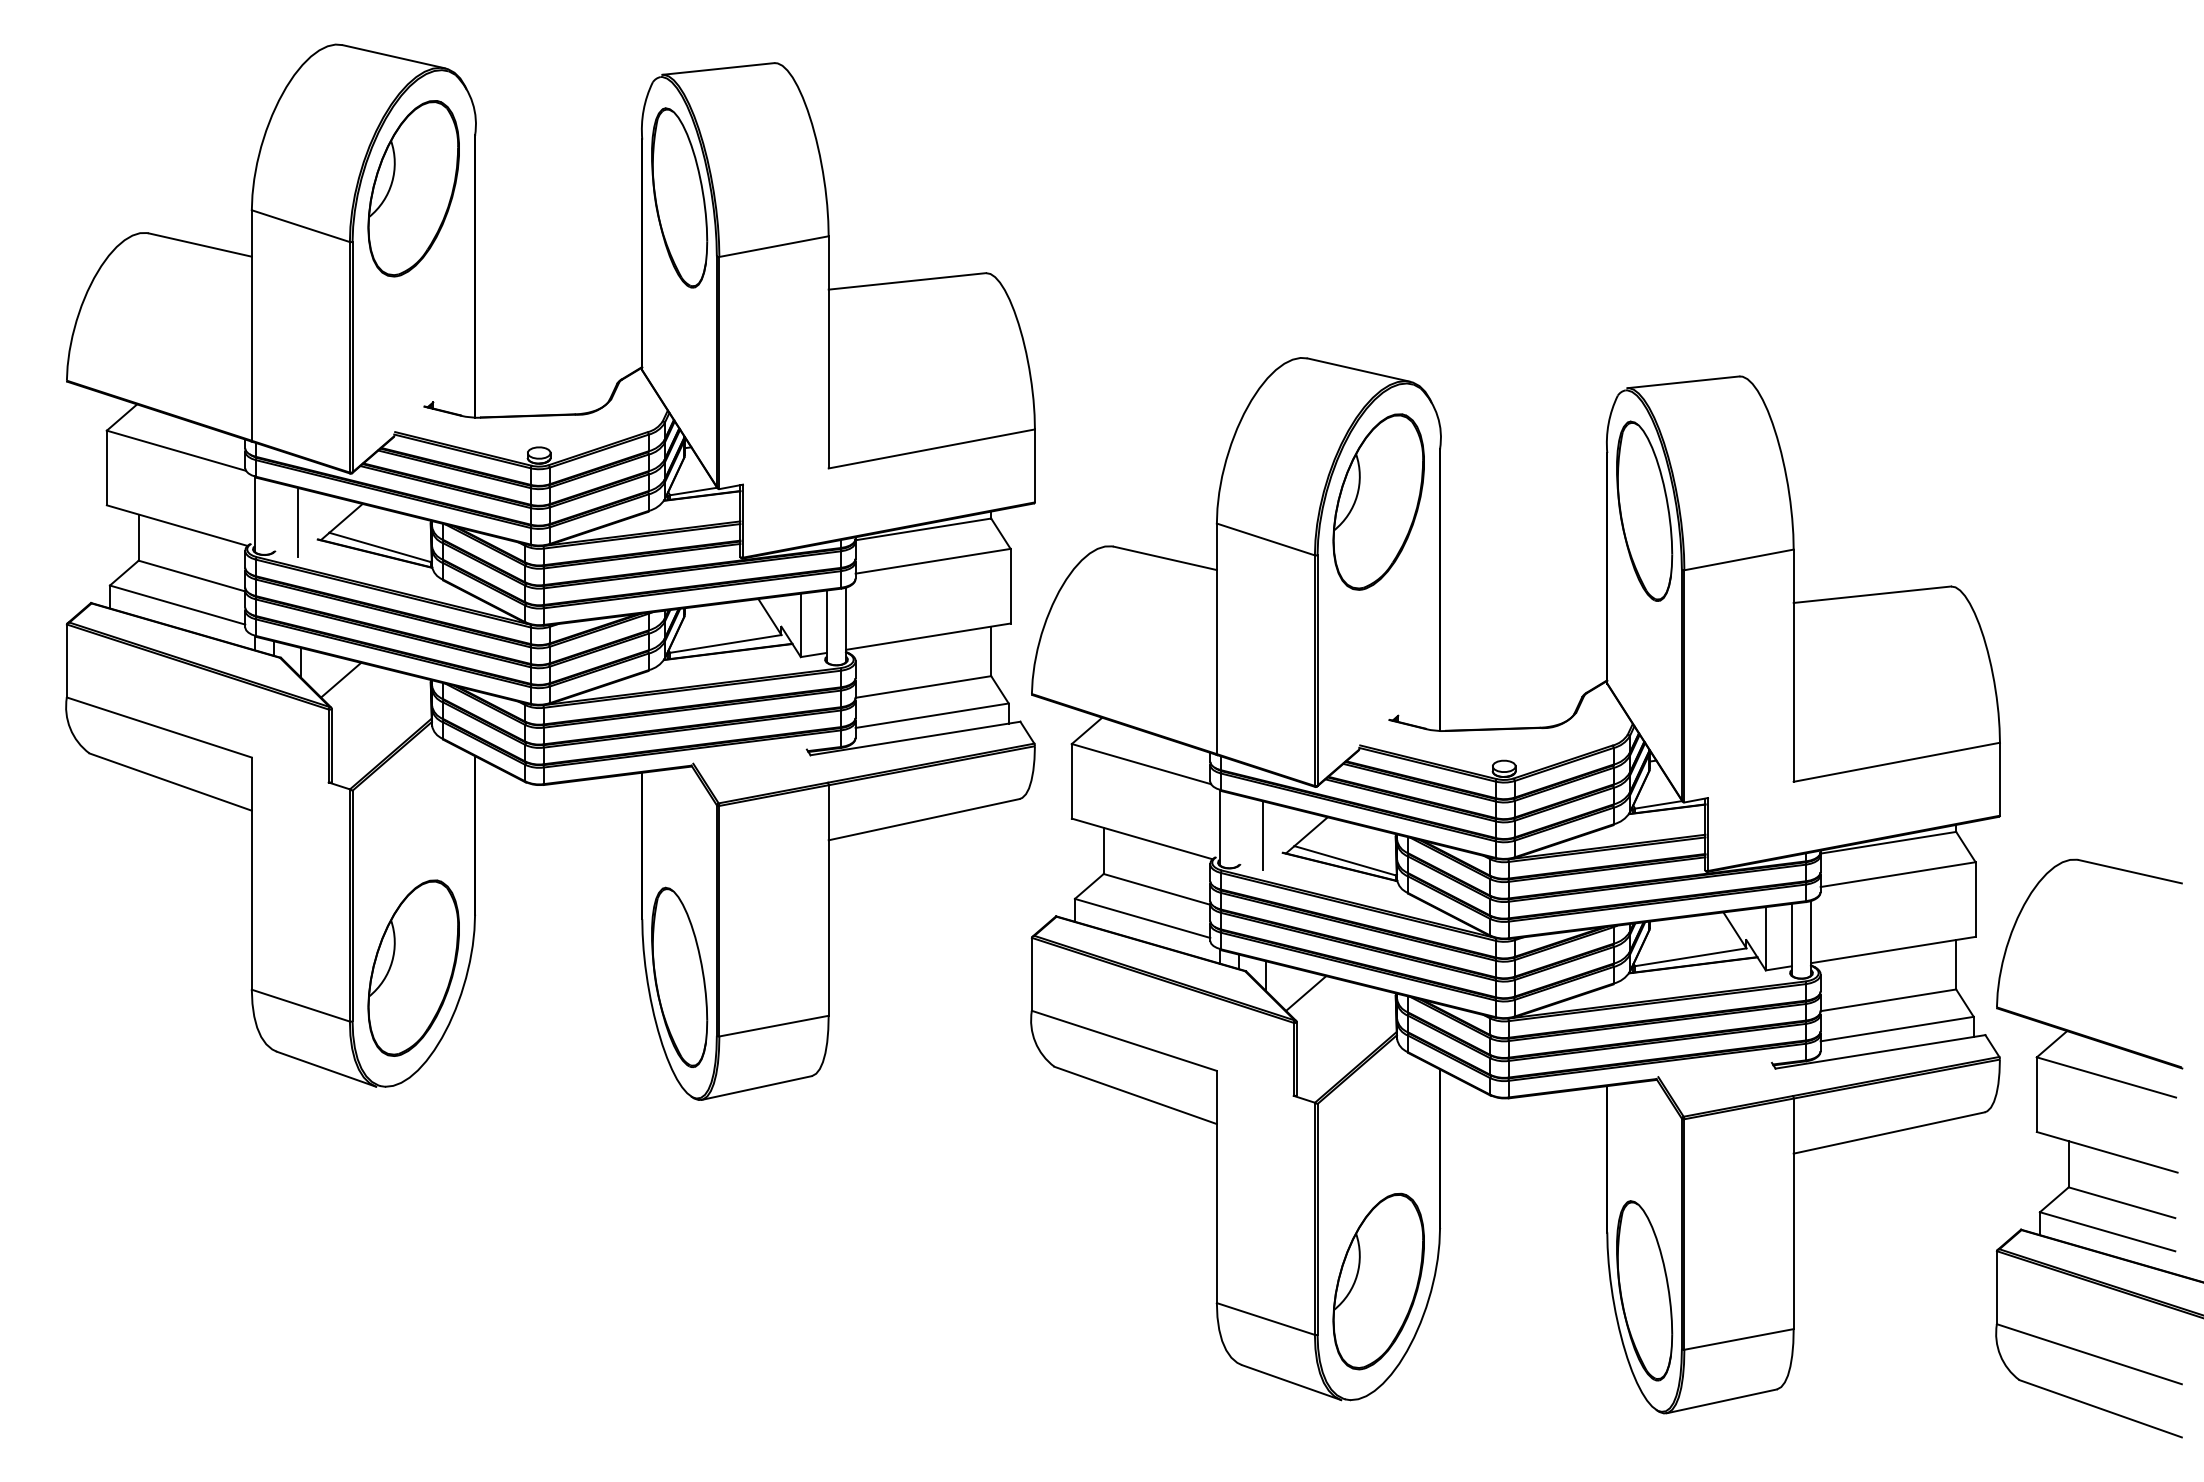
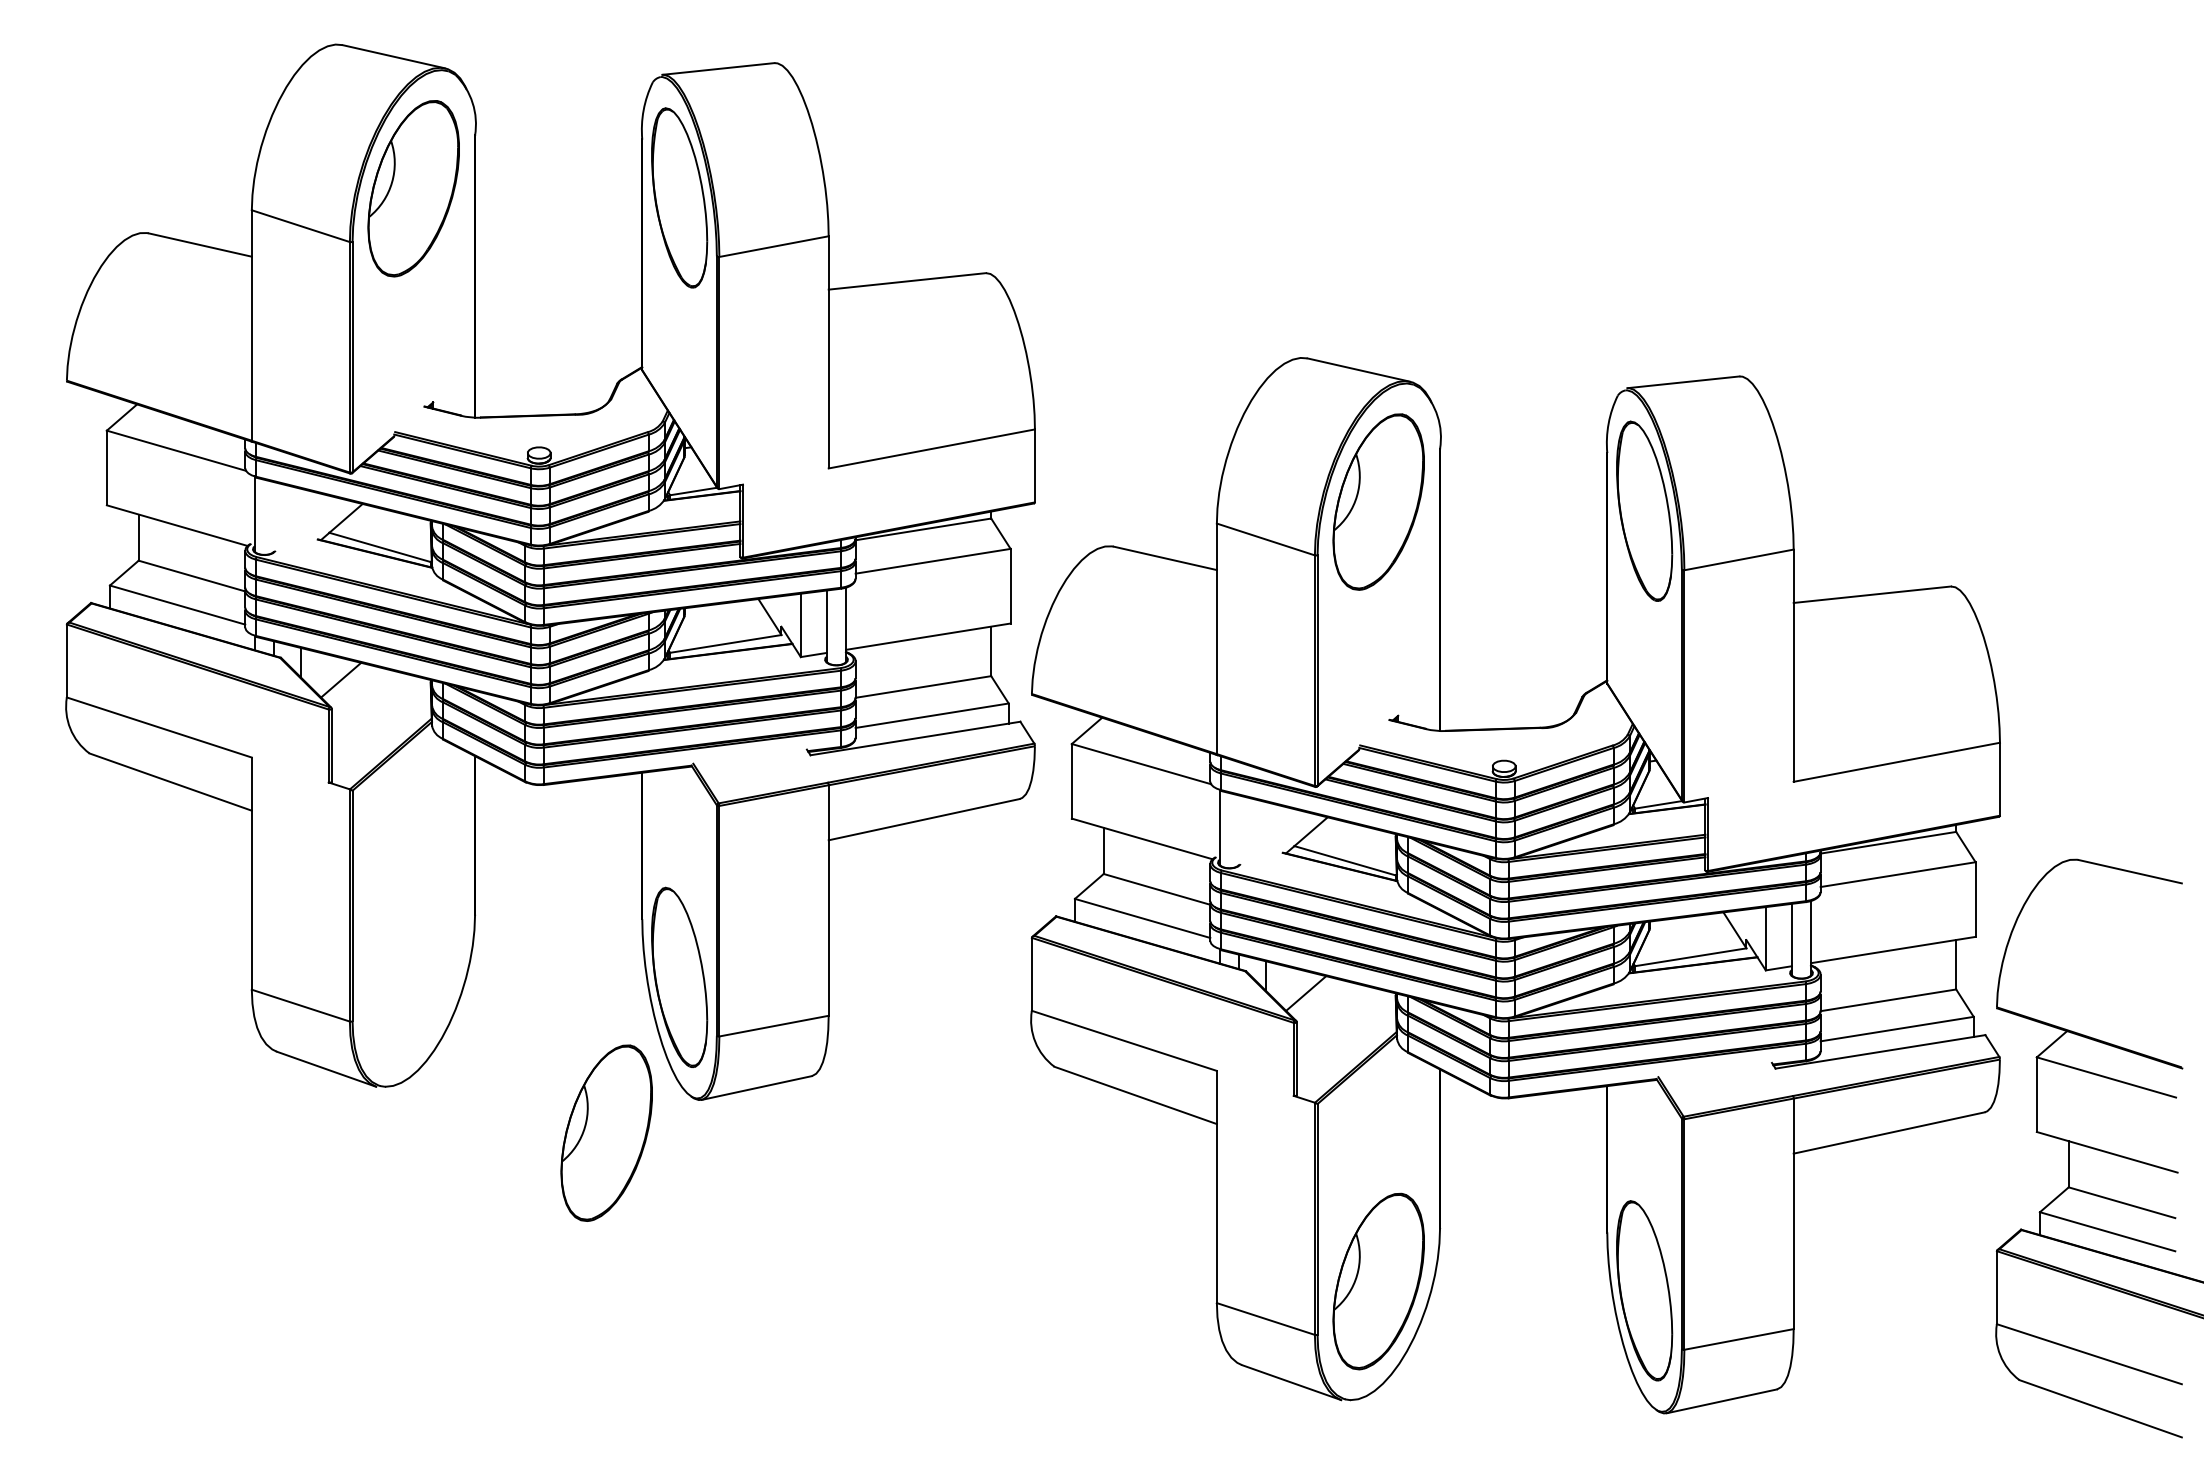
line at (297, 522): present -> none
line at (1262, 835): present -> none
part at (413, 967) position: (413, 967) -> (606, 1132)
